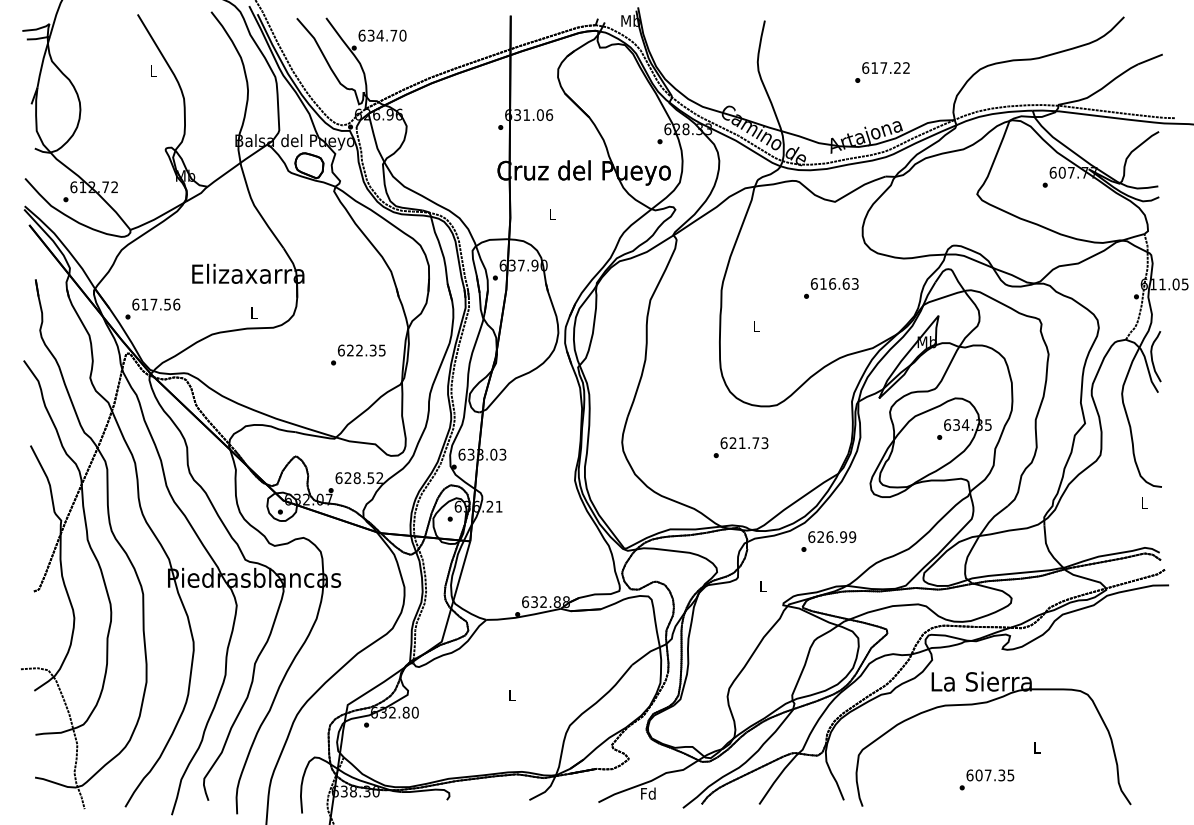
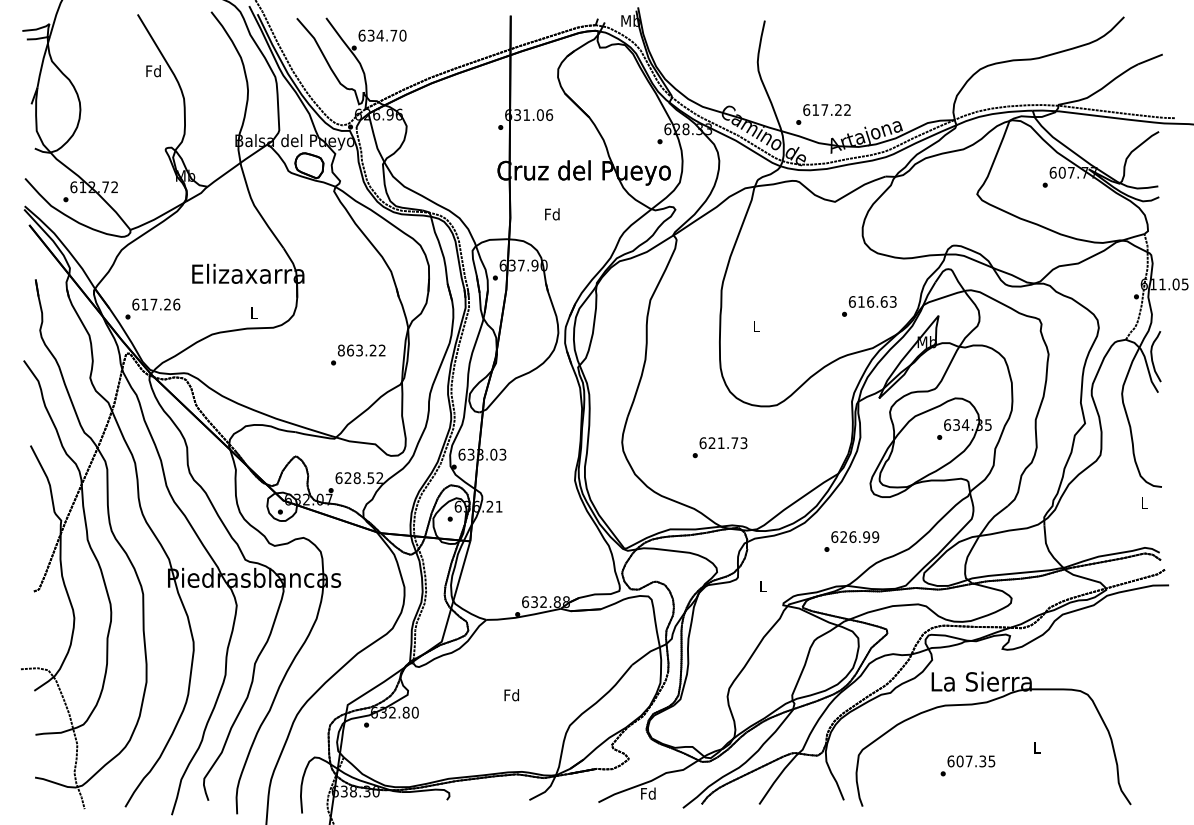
text at (153, 71): L -> Fd
text at (882, 72) position: (882, 72) -> (823, 114)
text at (552, 214): L -> Fd
text at (831, 288) position: (831, 288) -> (869, 306)
text at (167, 304): 617.56 -> 617.26
text at (361, 350): 622.35 -> 863.22
text at (740, 447) position: (740, 447) -> (719, 447)
text at (828, 541) position: (828, 541) -> (851, 541)
text at (511, 695): L -> Fd
text at (986, 779) position: (986, 779) -> (967, 765)
